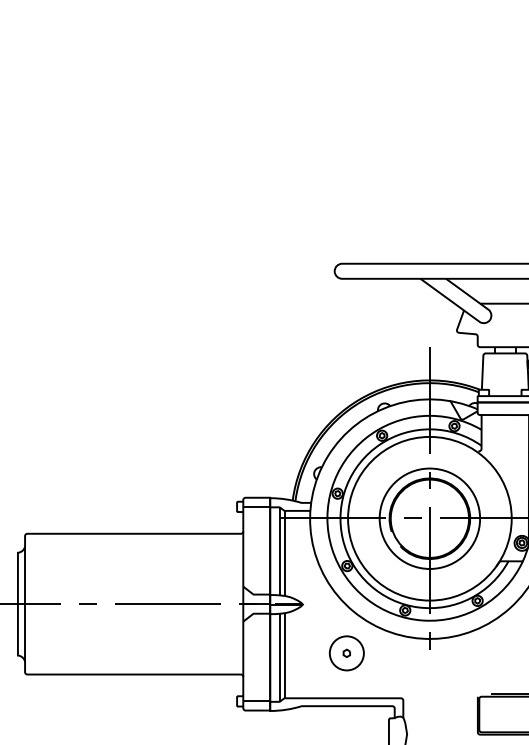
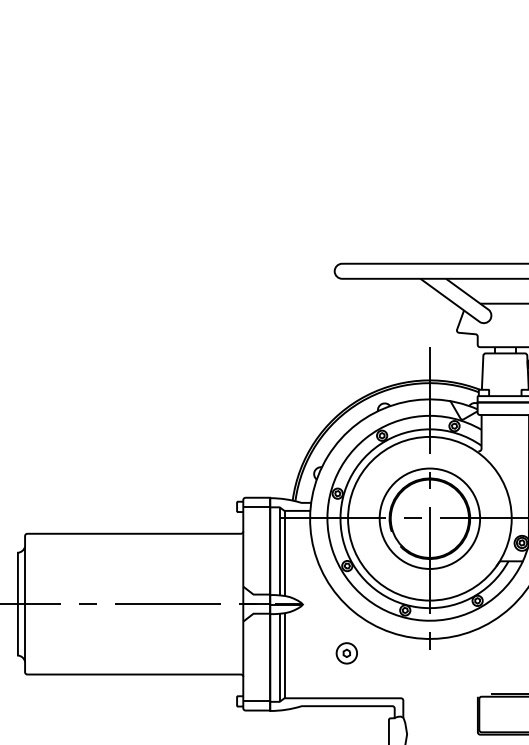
circle at (346, 653) diameter: 34 px -> 20 px
